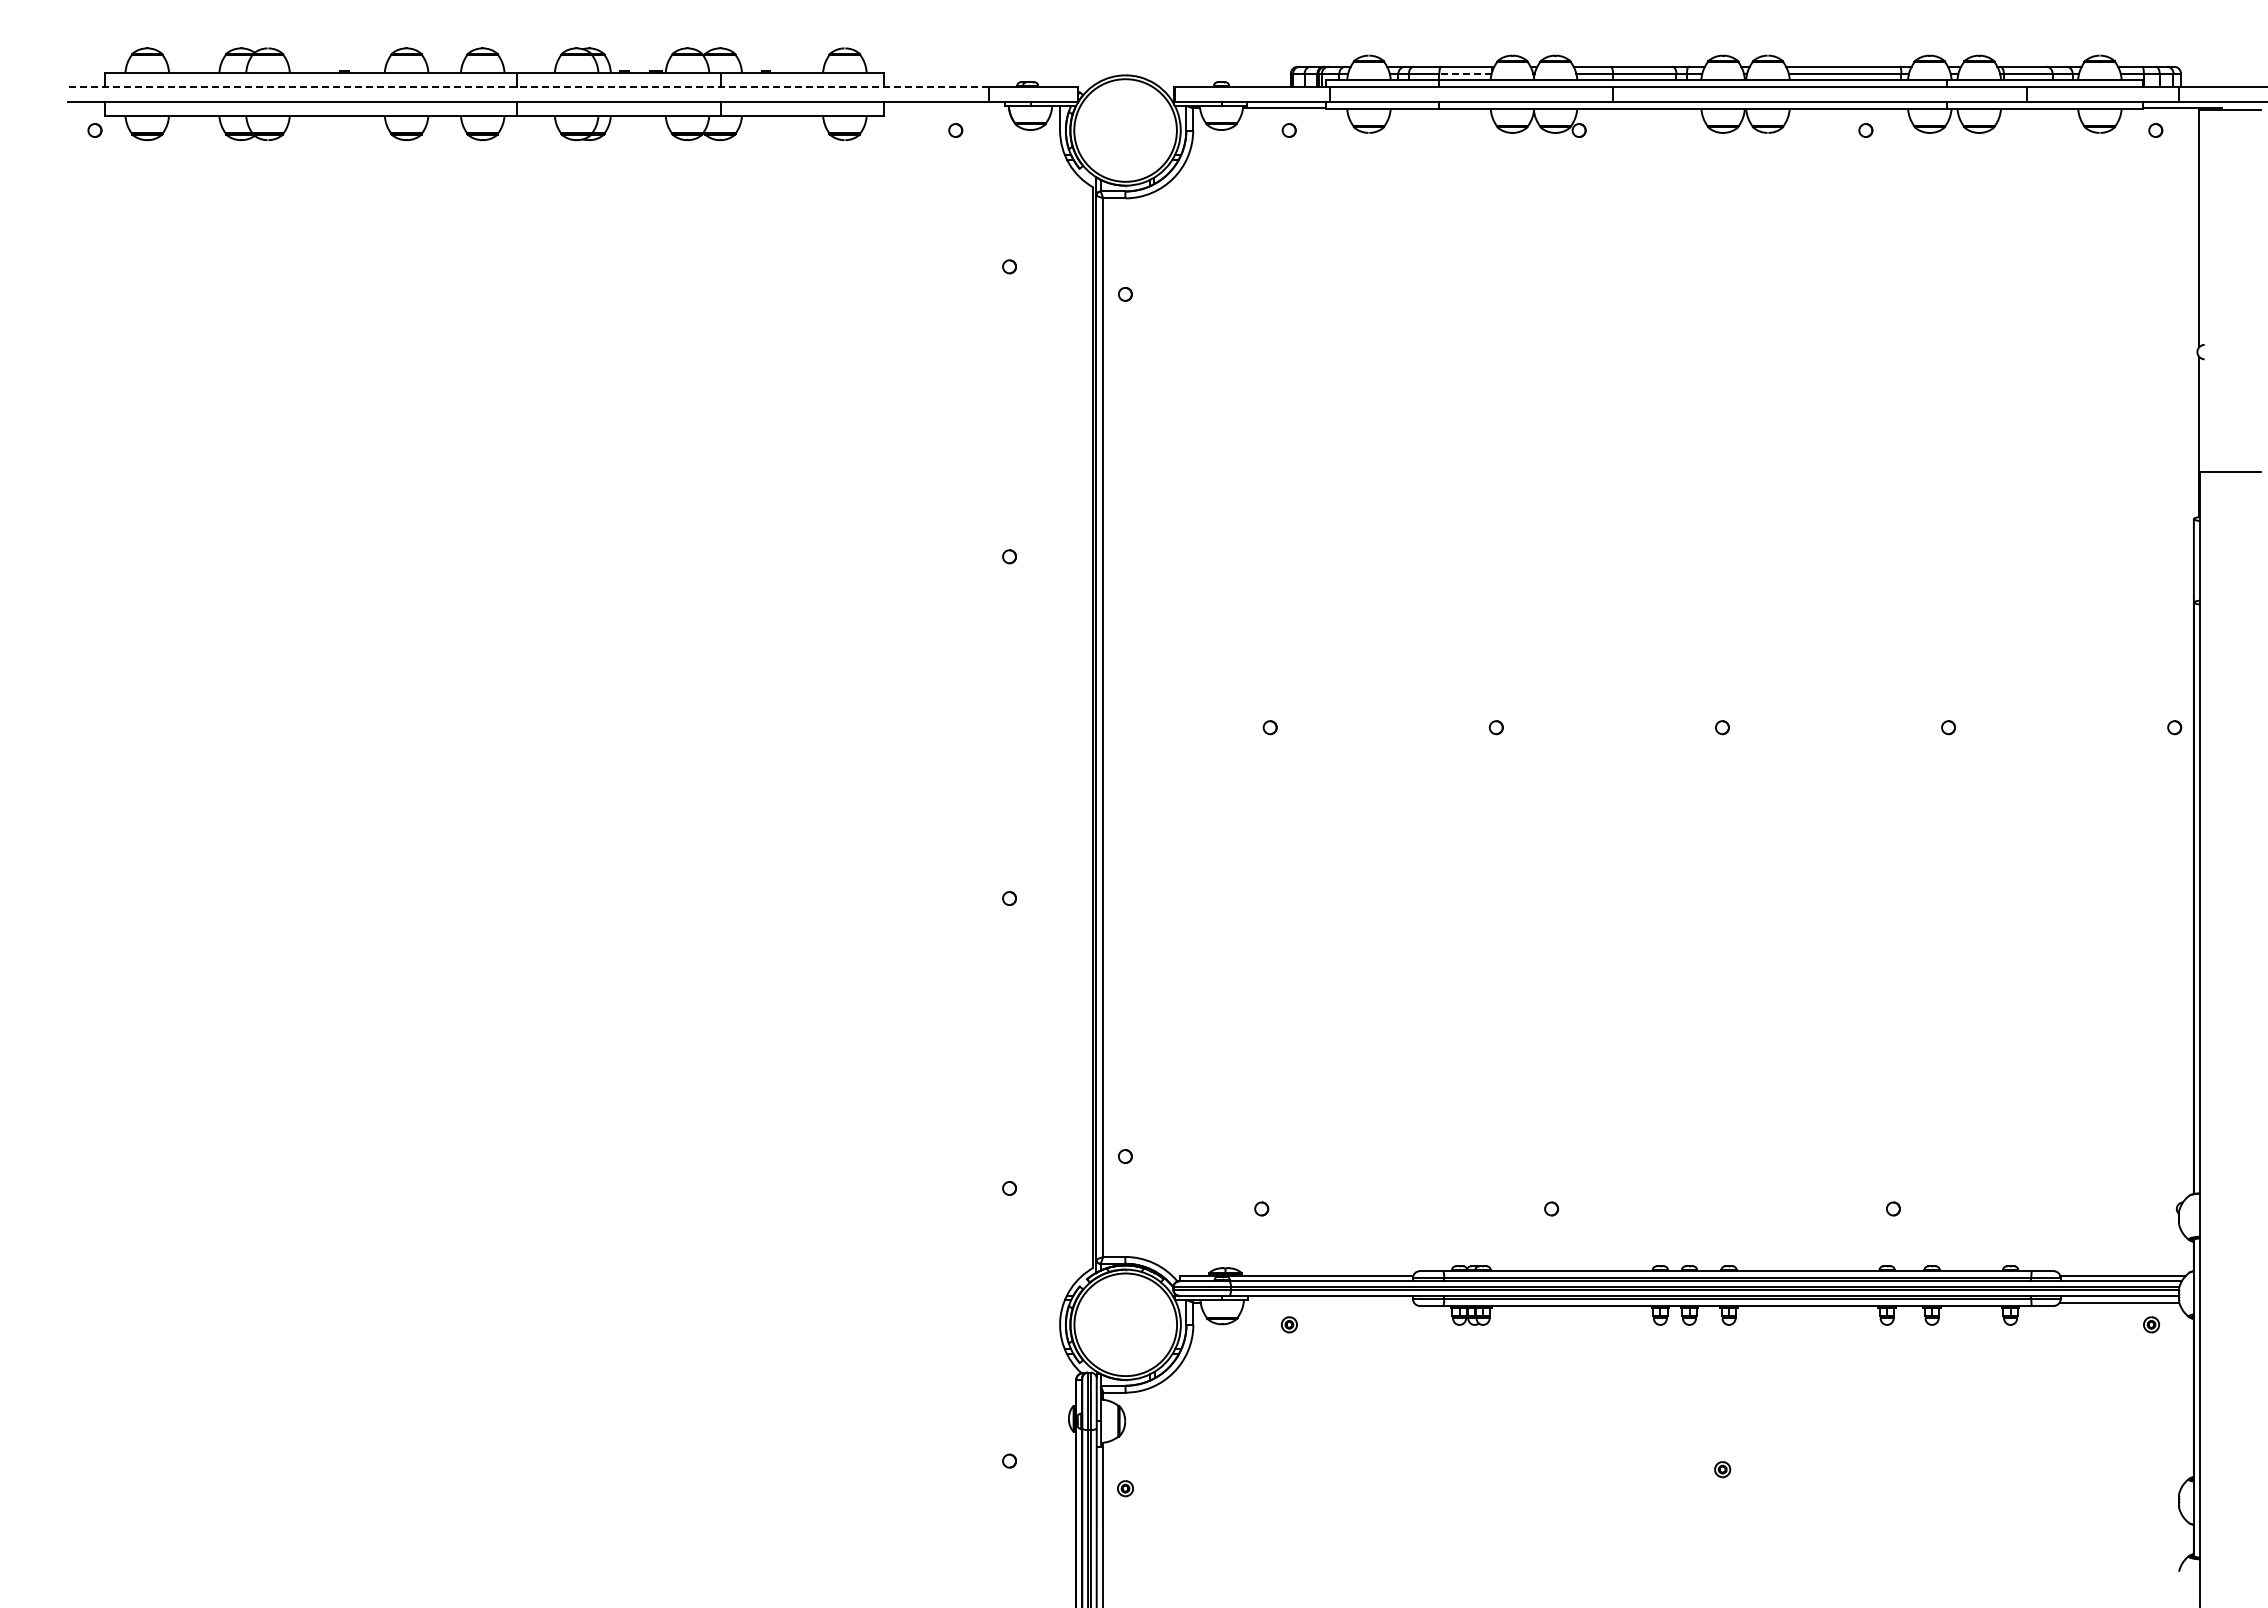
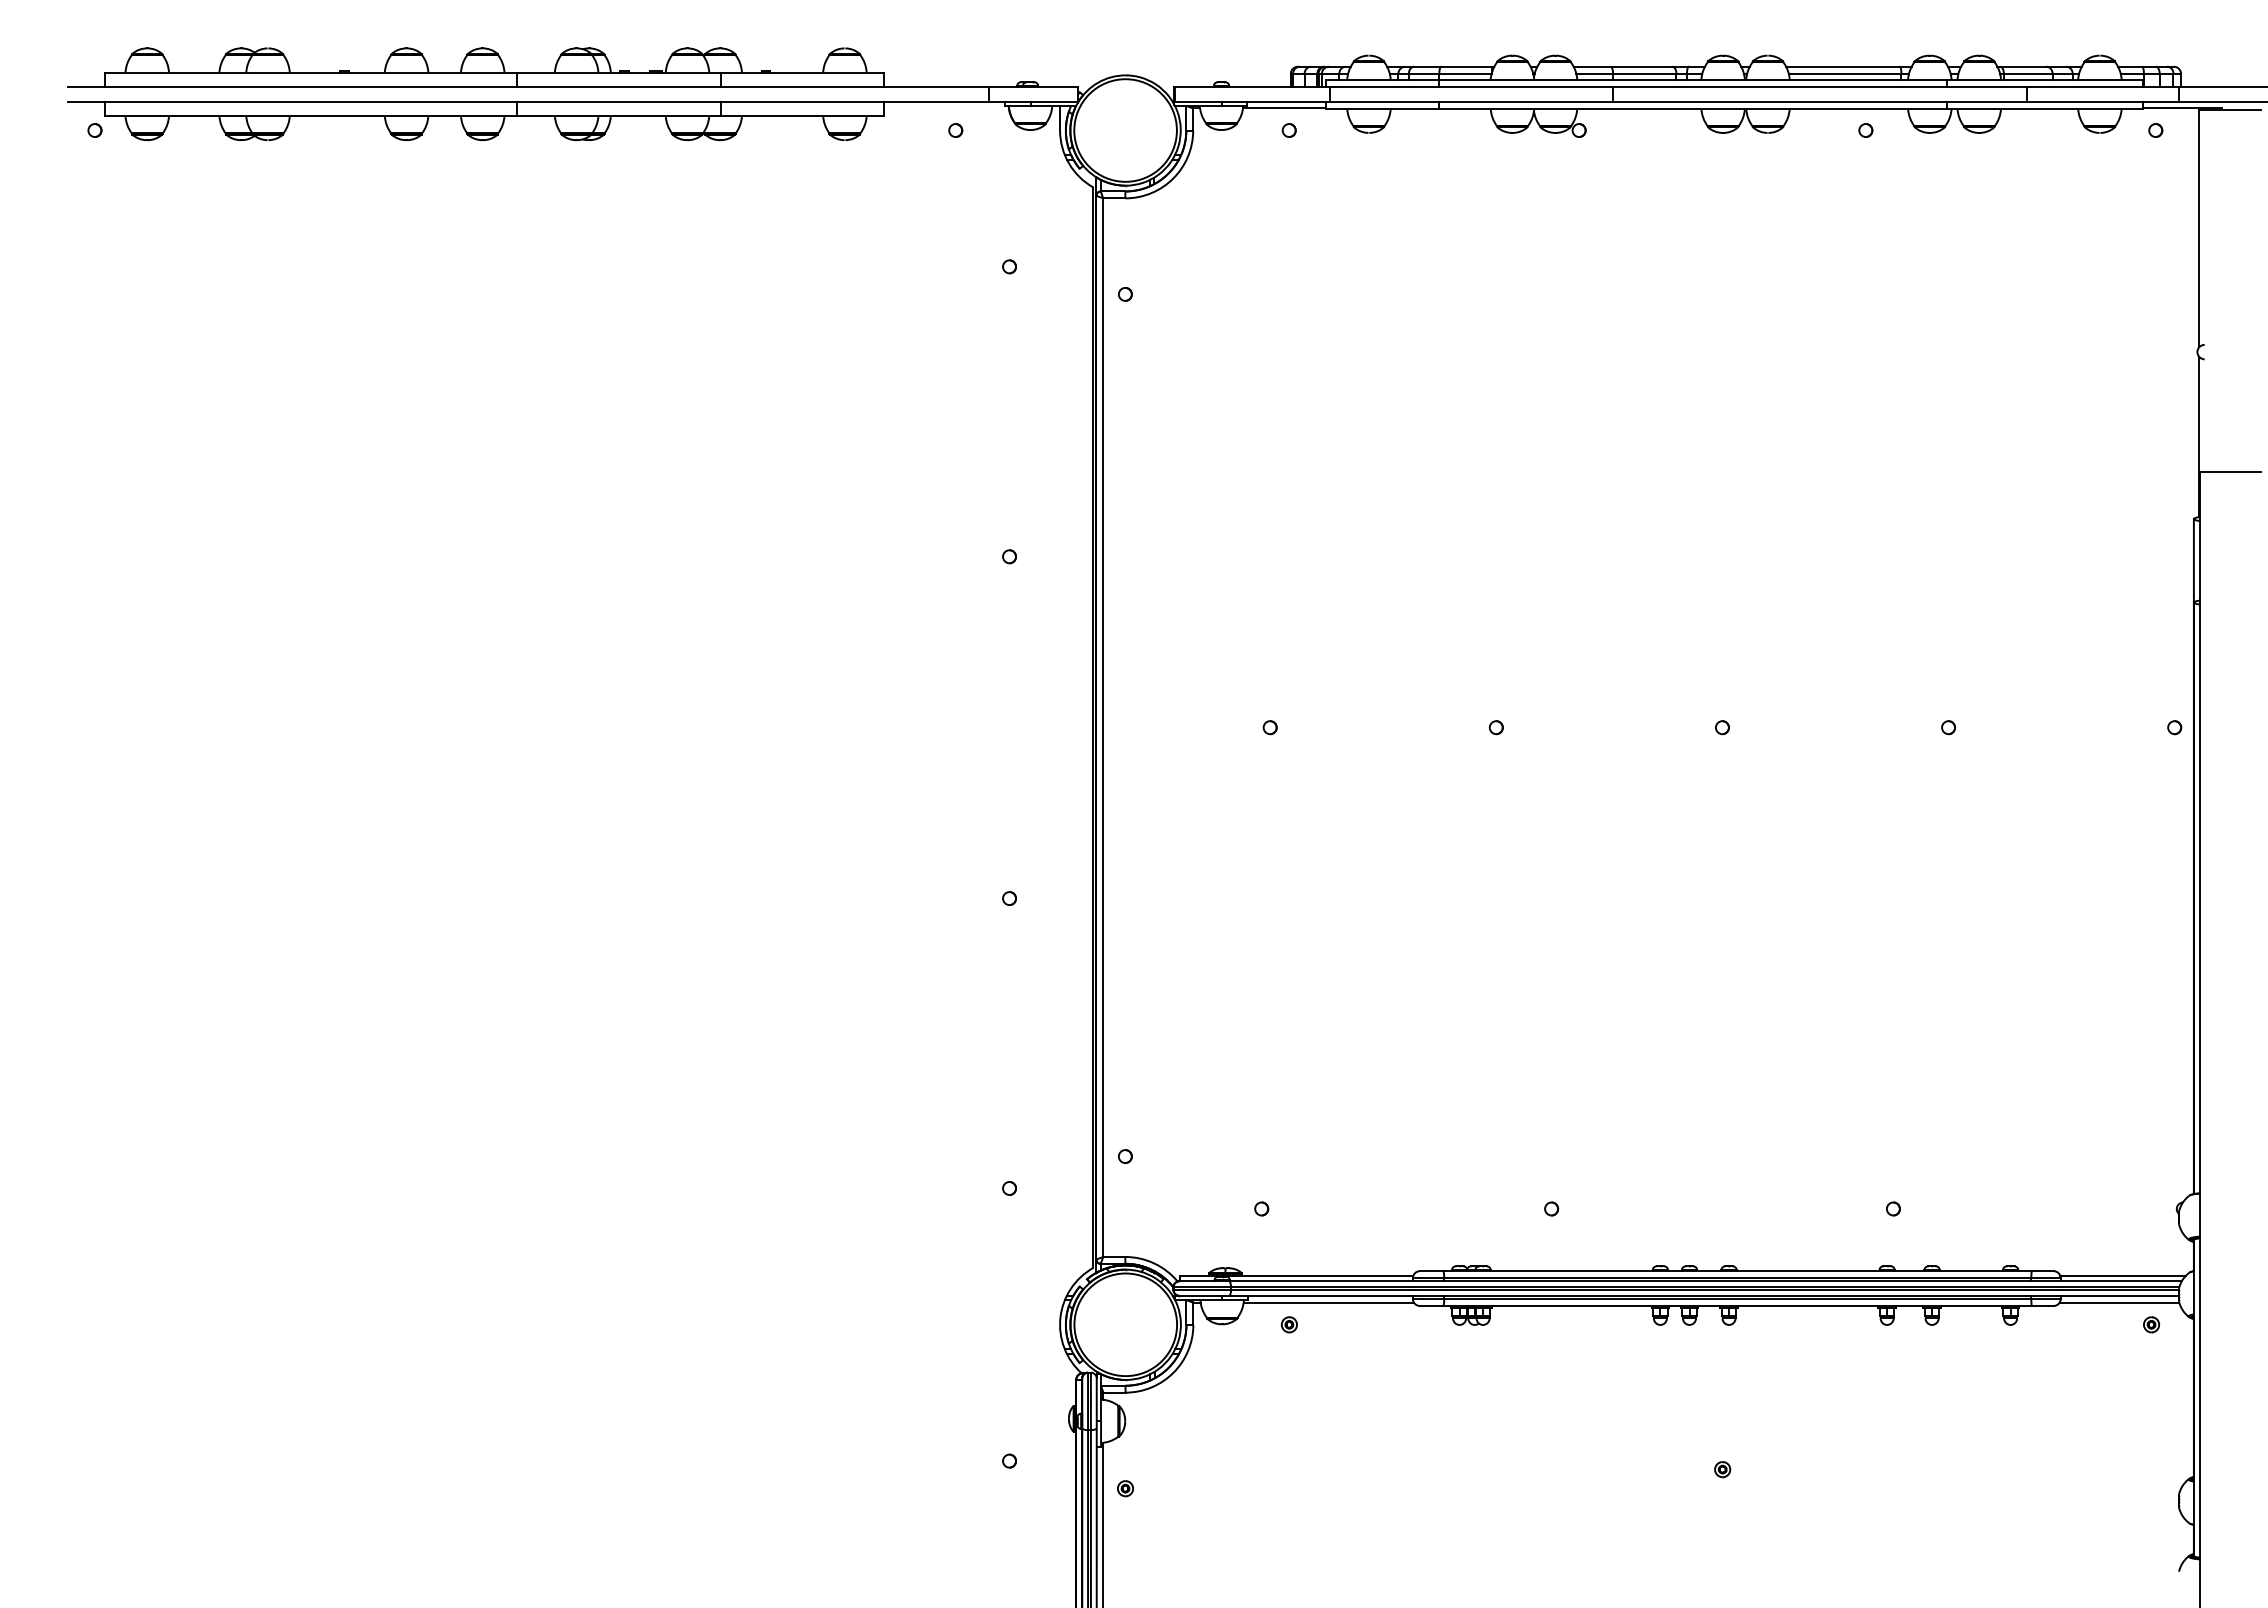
line at (1465, 73): dashed -> solid
line at (527, 87): dashed -> solid
line at (1328, 1302): none -> present
